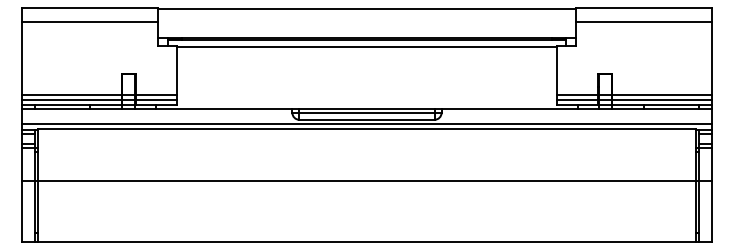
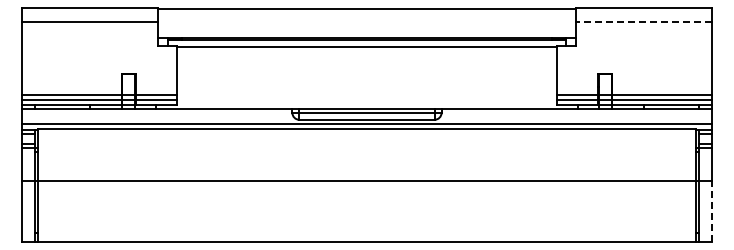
line at (643, 21): solid -> dashed
line at (711, 211): solid -> dashed
